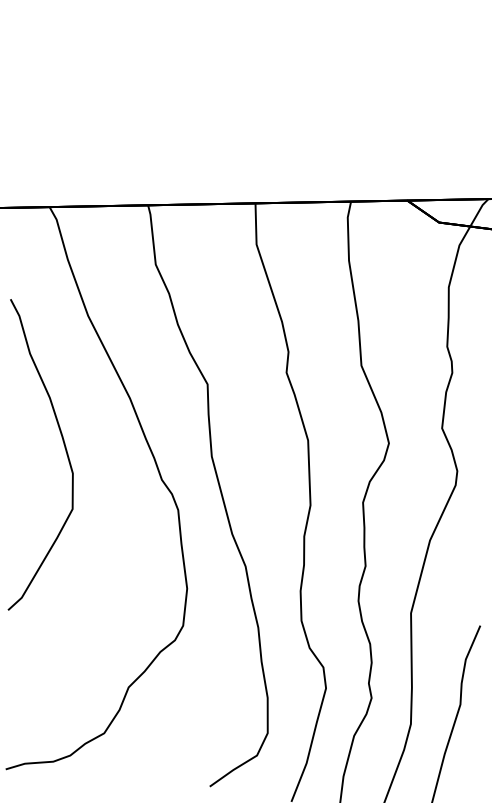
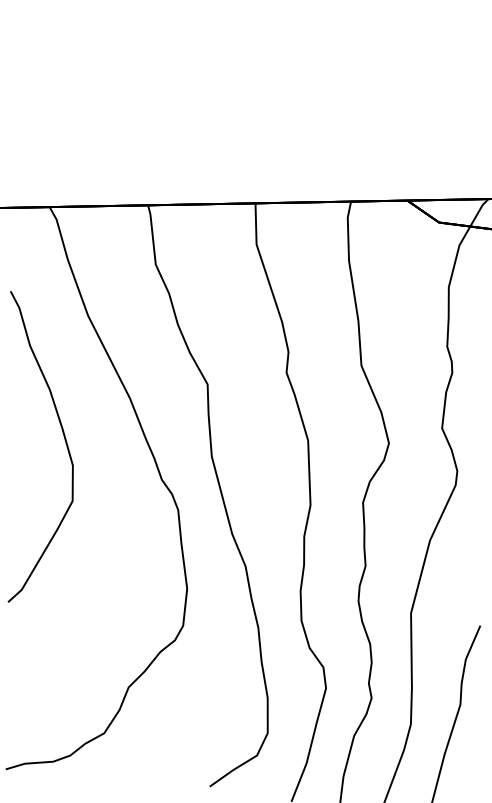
curve at (64, 448) position: (64, 448) -> (64, 440)
